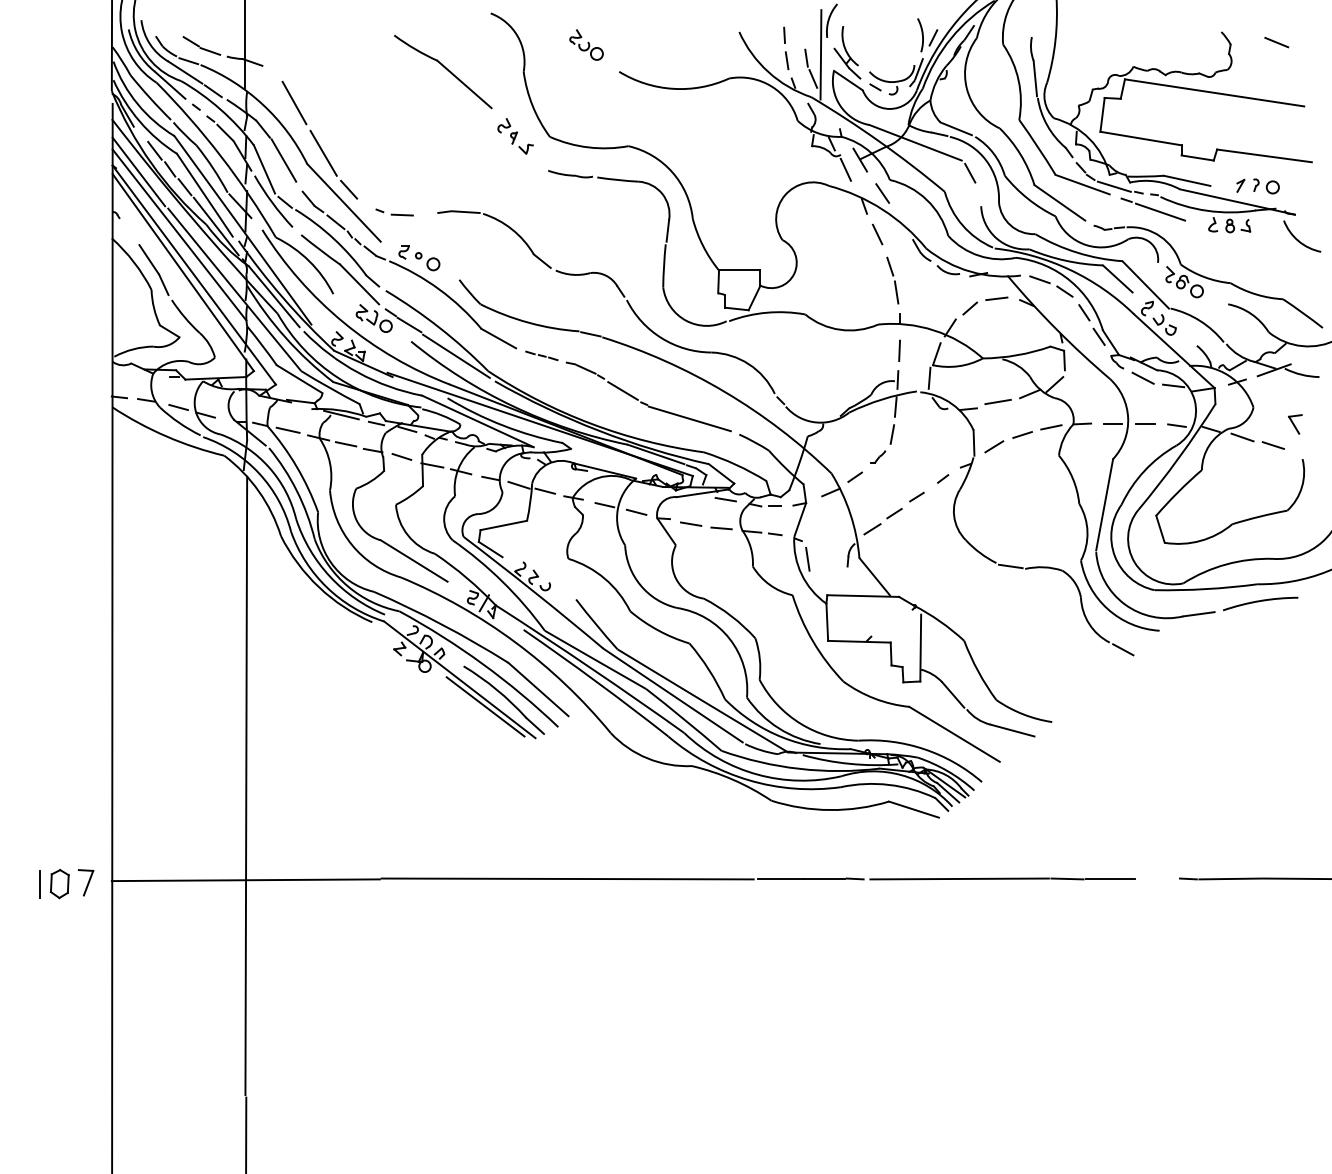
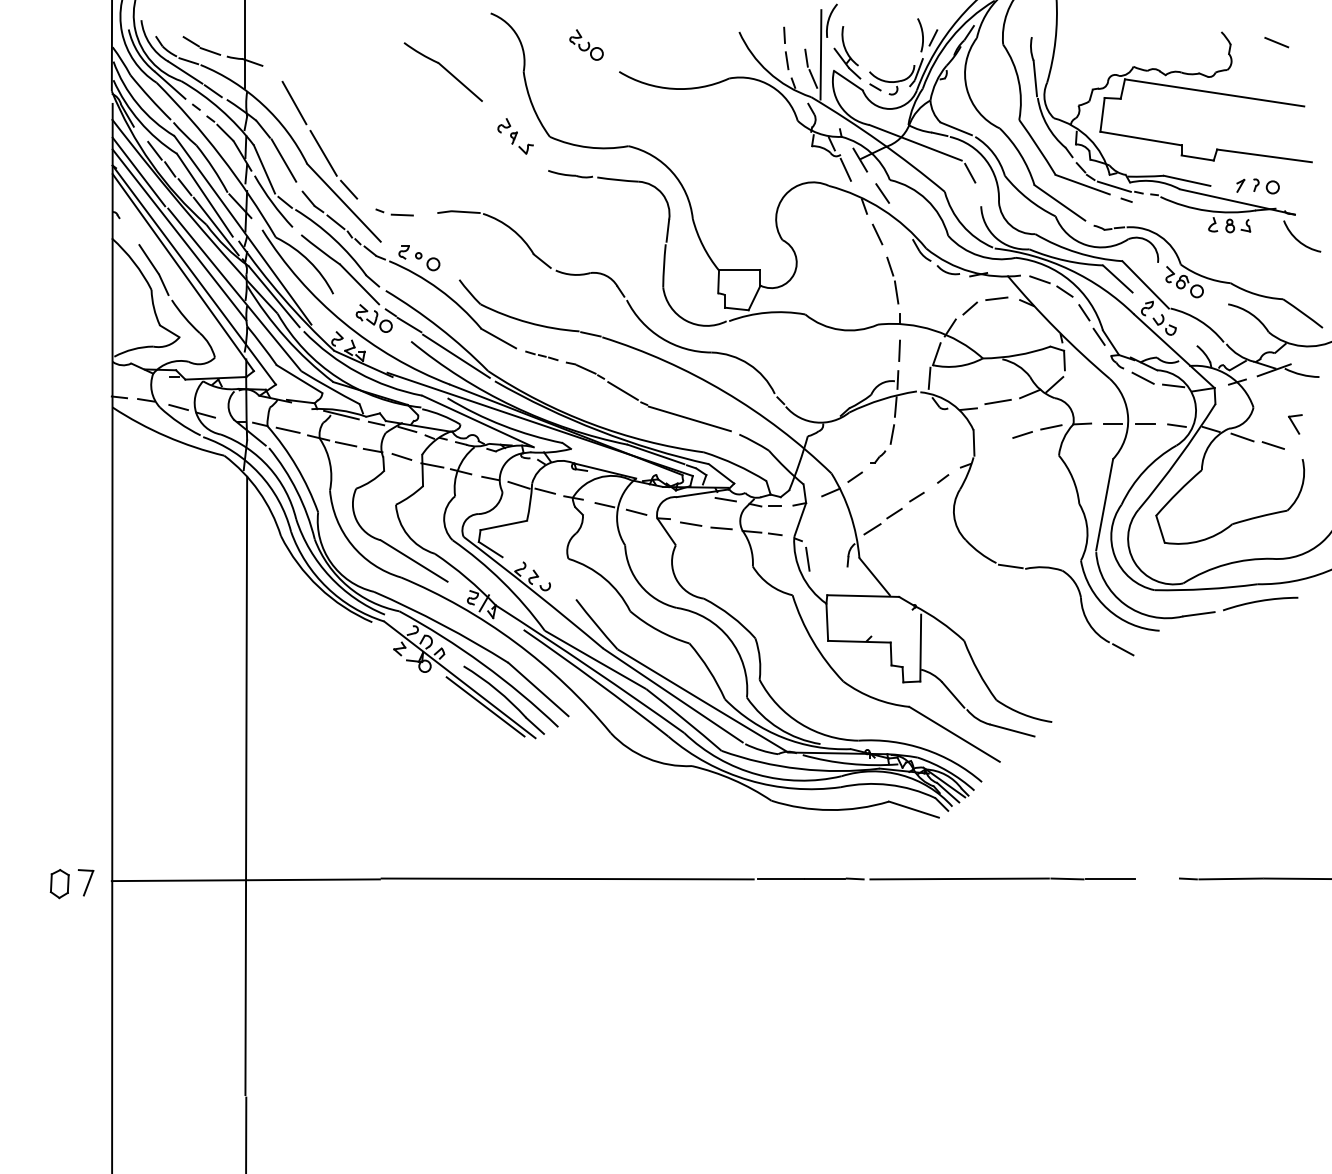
part at (443, 72) size: 99x75 px -> 80x60 px
line at (1160, 211): present -> none
line at (994, 446): present -> none
line at (39, 884): present -> none
